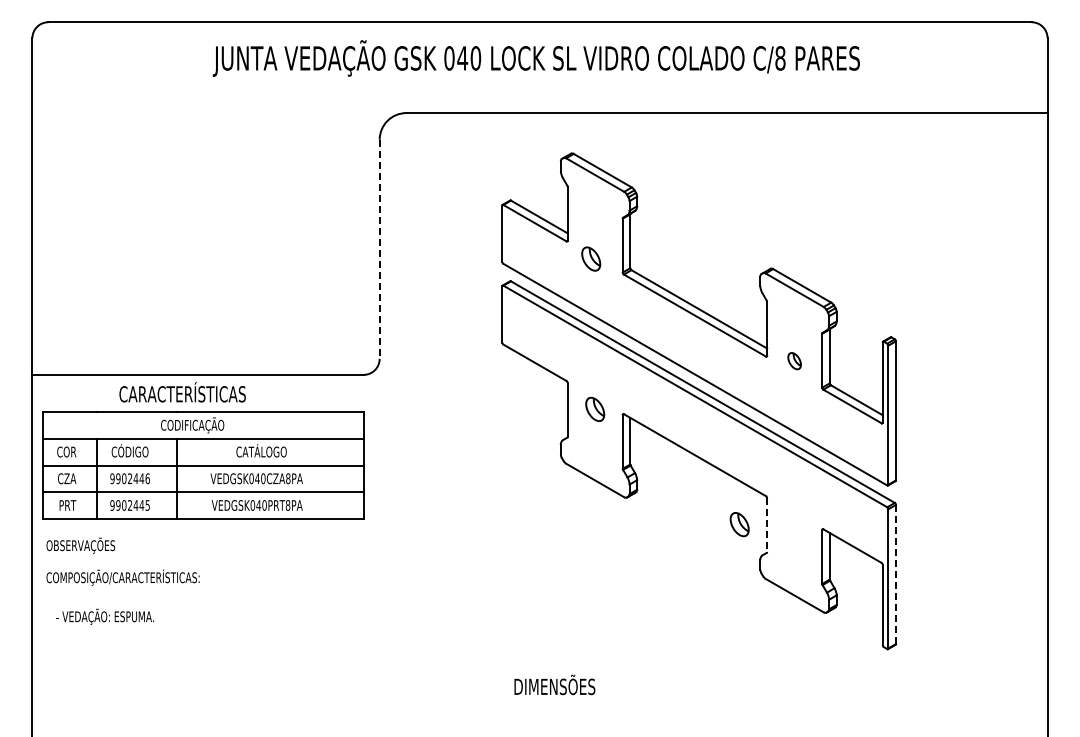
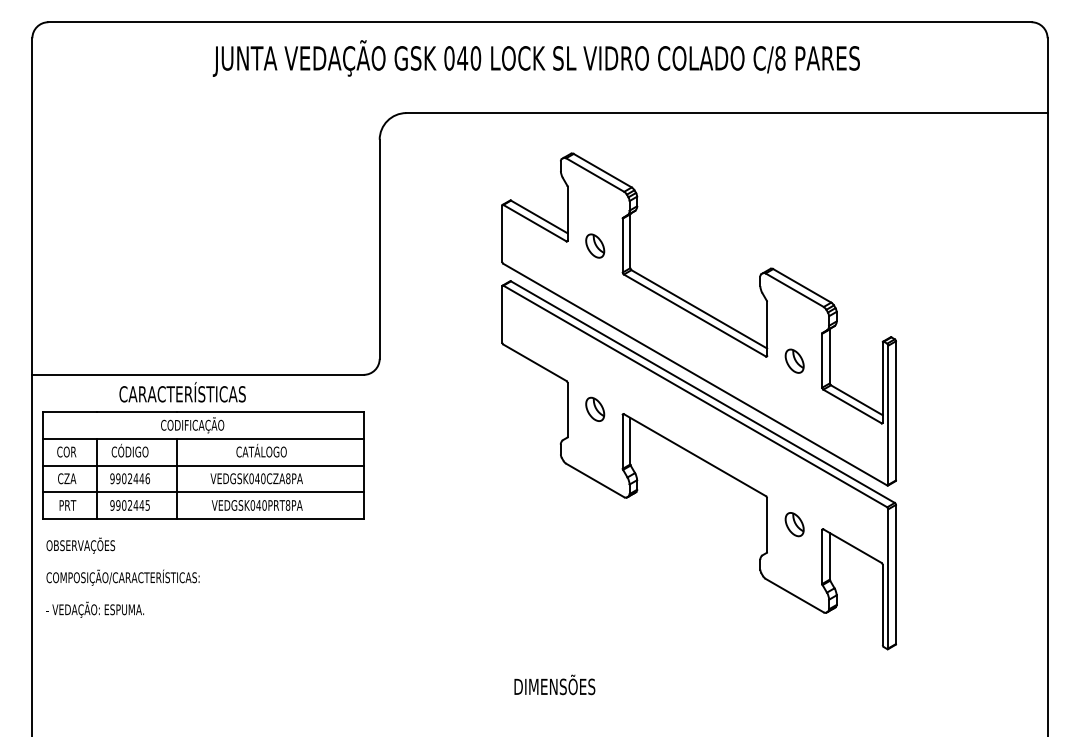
line at (379, 249): dashed -> solid
part at (591, 258) position: (591, 258) -> (595, 245)
part at (794, 361) size: 15x19 px -> 21x26 px
part at (739, 524) position: (739, 524) -> (794, 524)
line at (767, 525): dashed -> solid
line at (895, 574): dashed -> solid
text at (104, 616) position: (104, 616) -> (94, 609)
